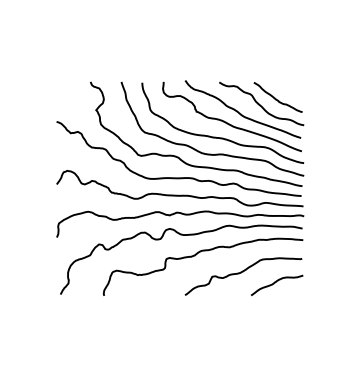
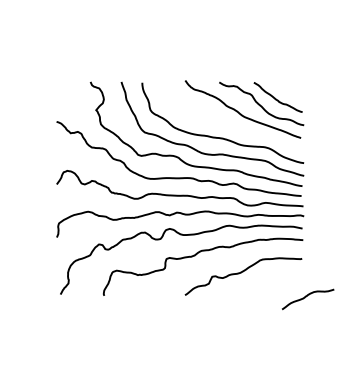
curve at (229, 123): present -> none
curve at (275, 283) position: (275, 283) -> (306, 297)
